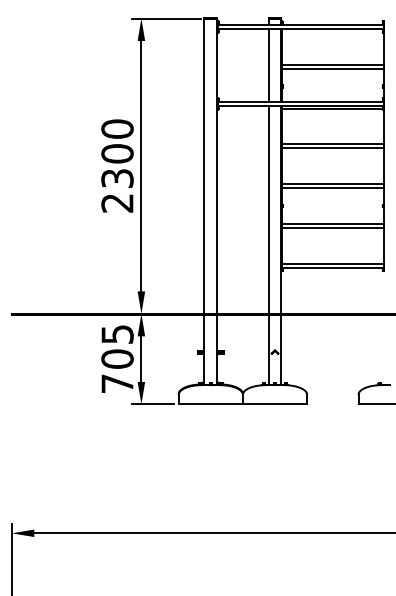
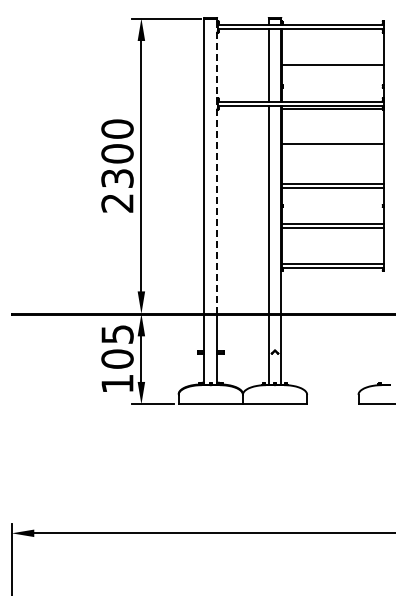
line at (332, 68): present -> none
line at (332, 148): present -> none
line at (217, 166): solid -> dashed
text at (117, 383): 705 -> 105
